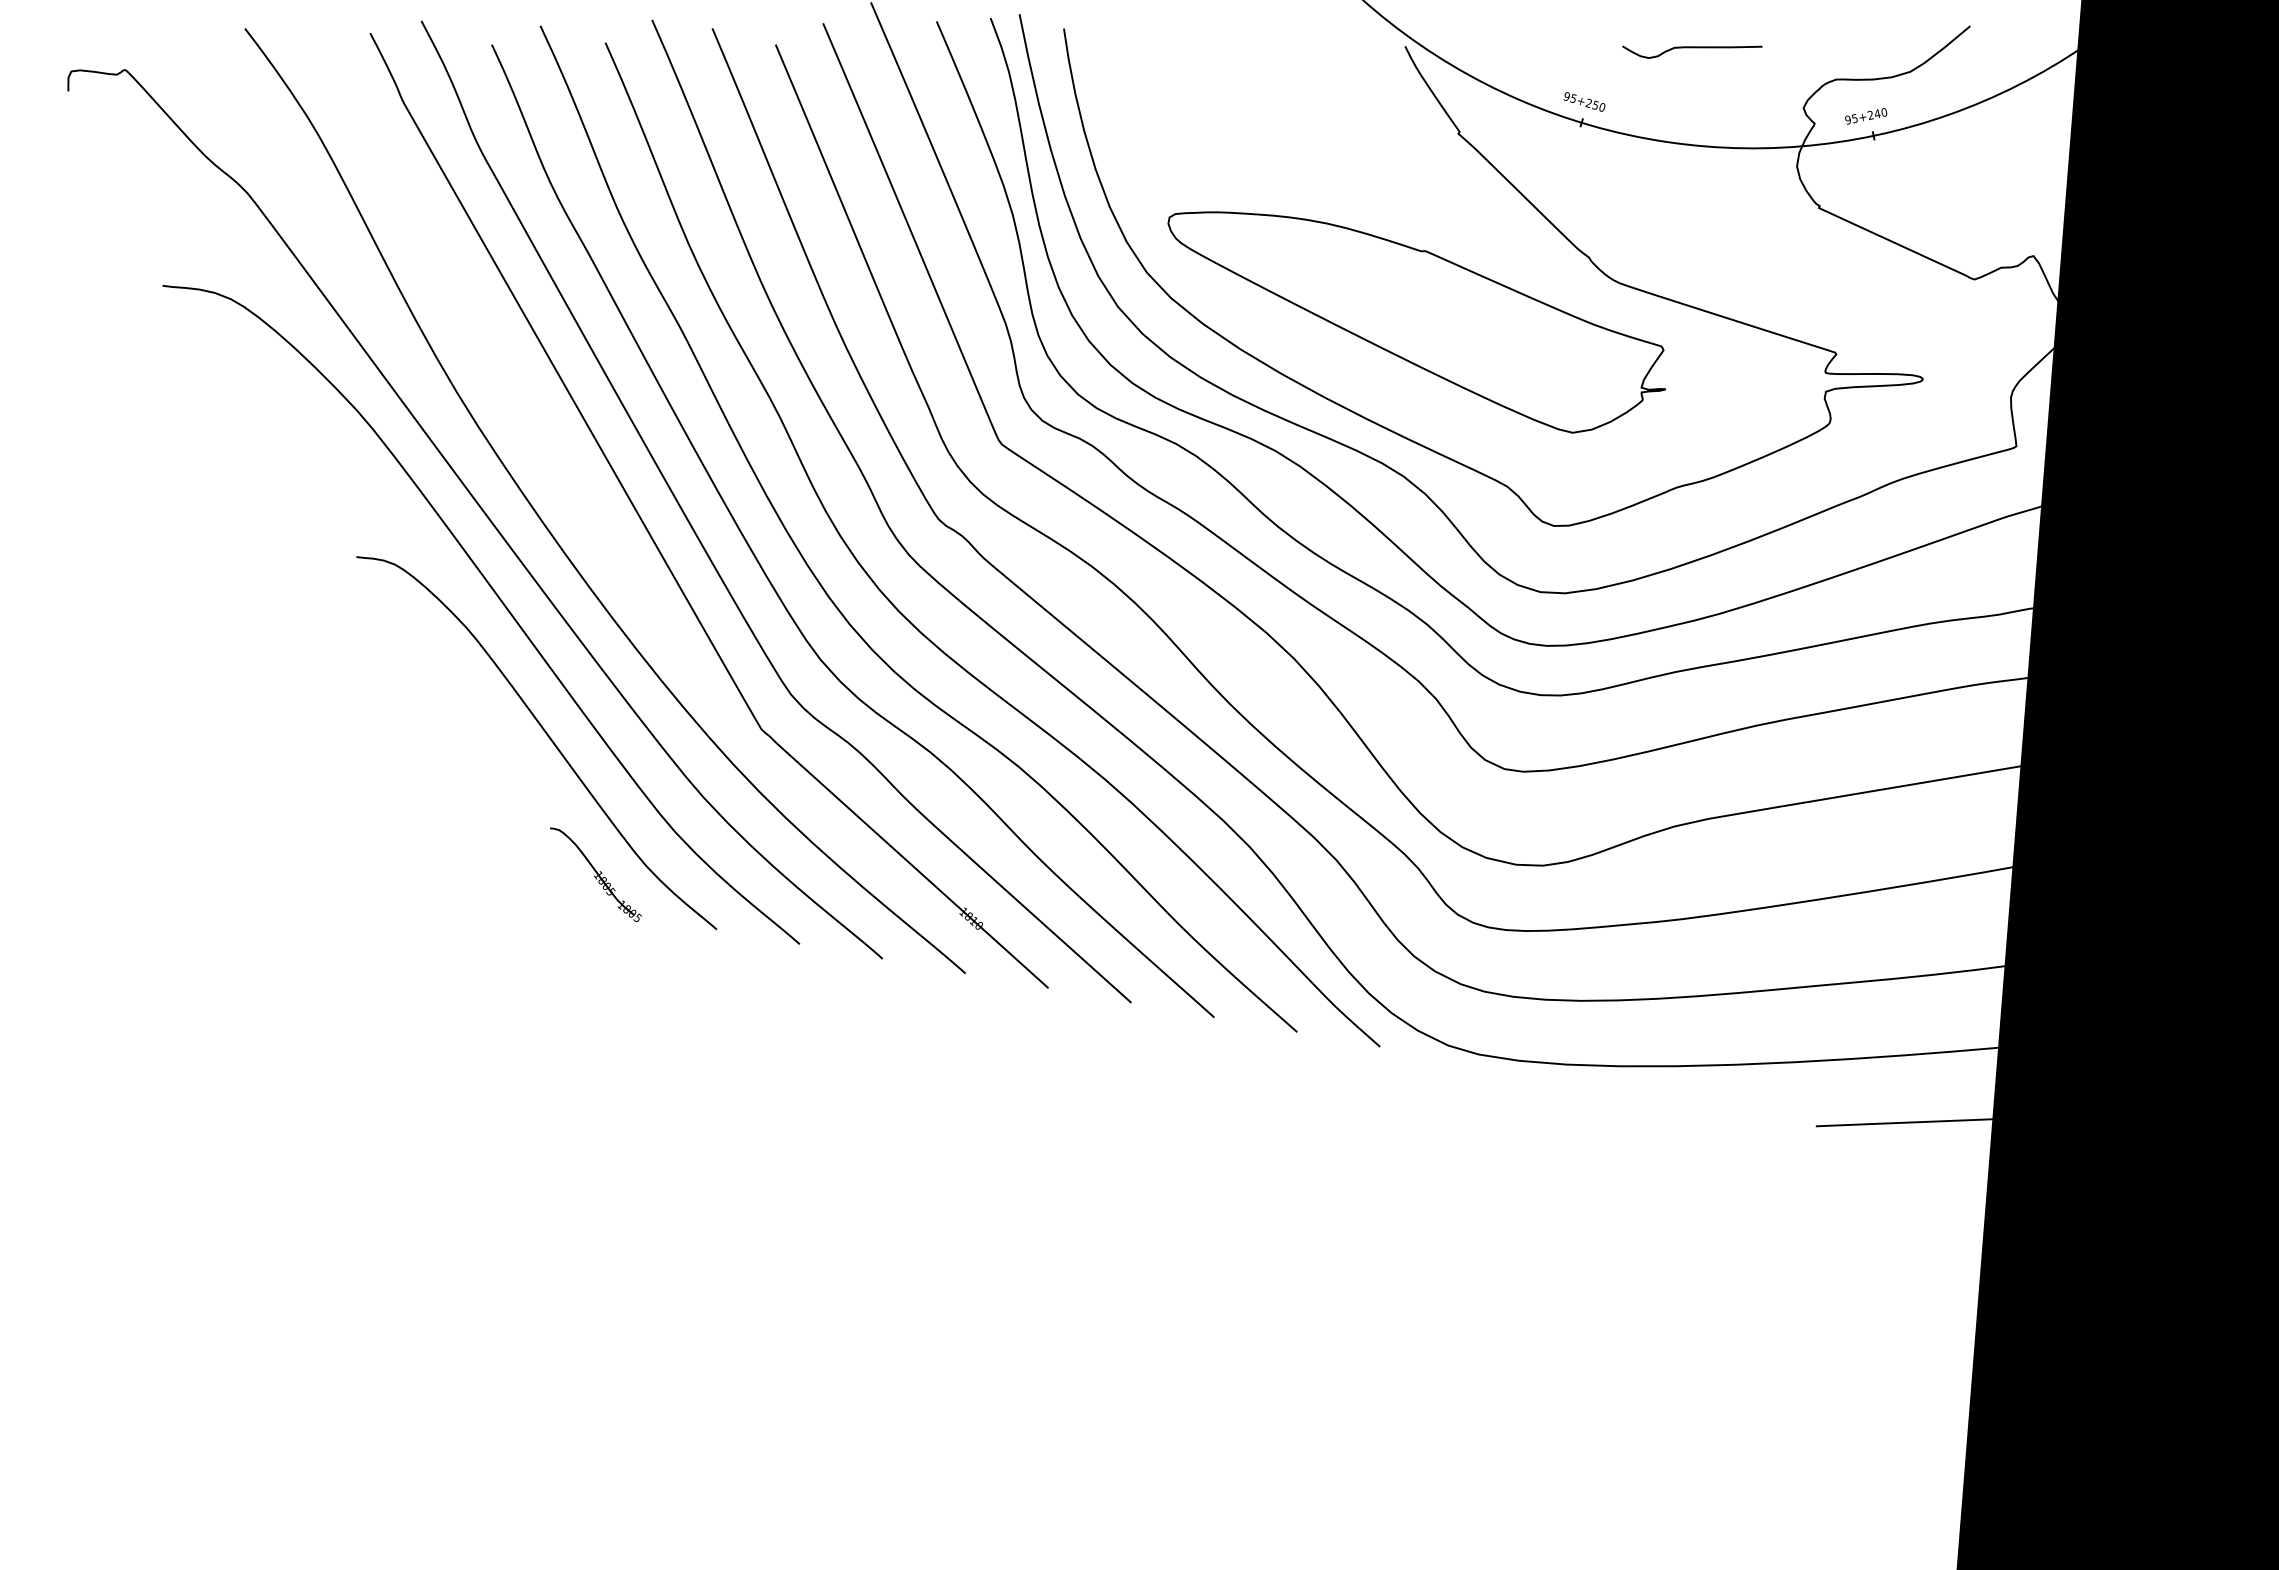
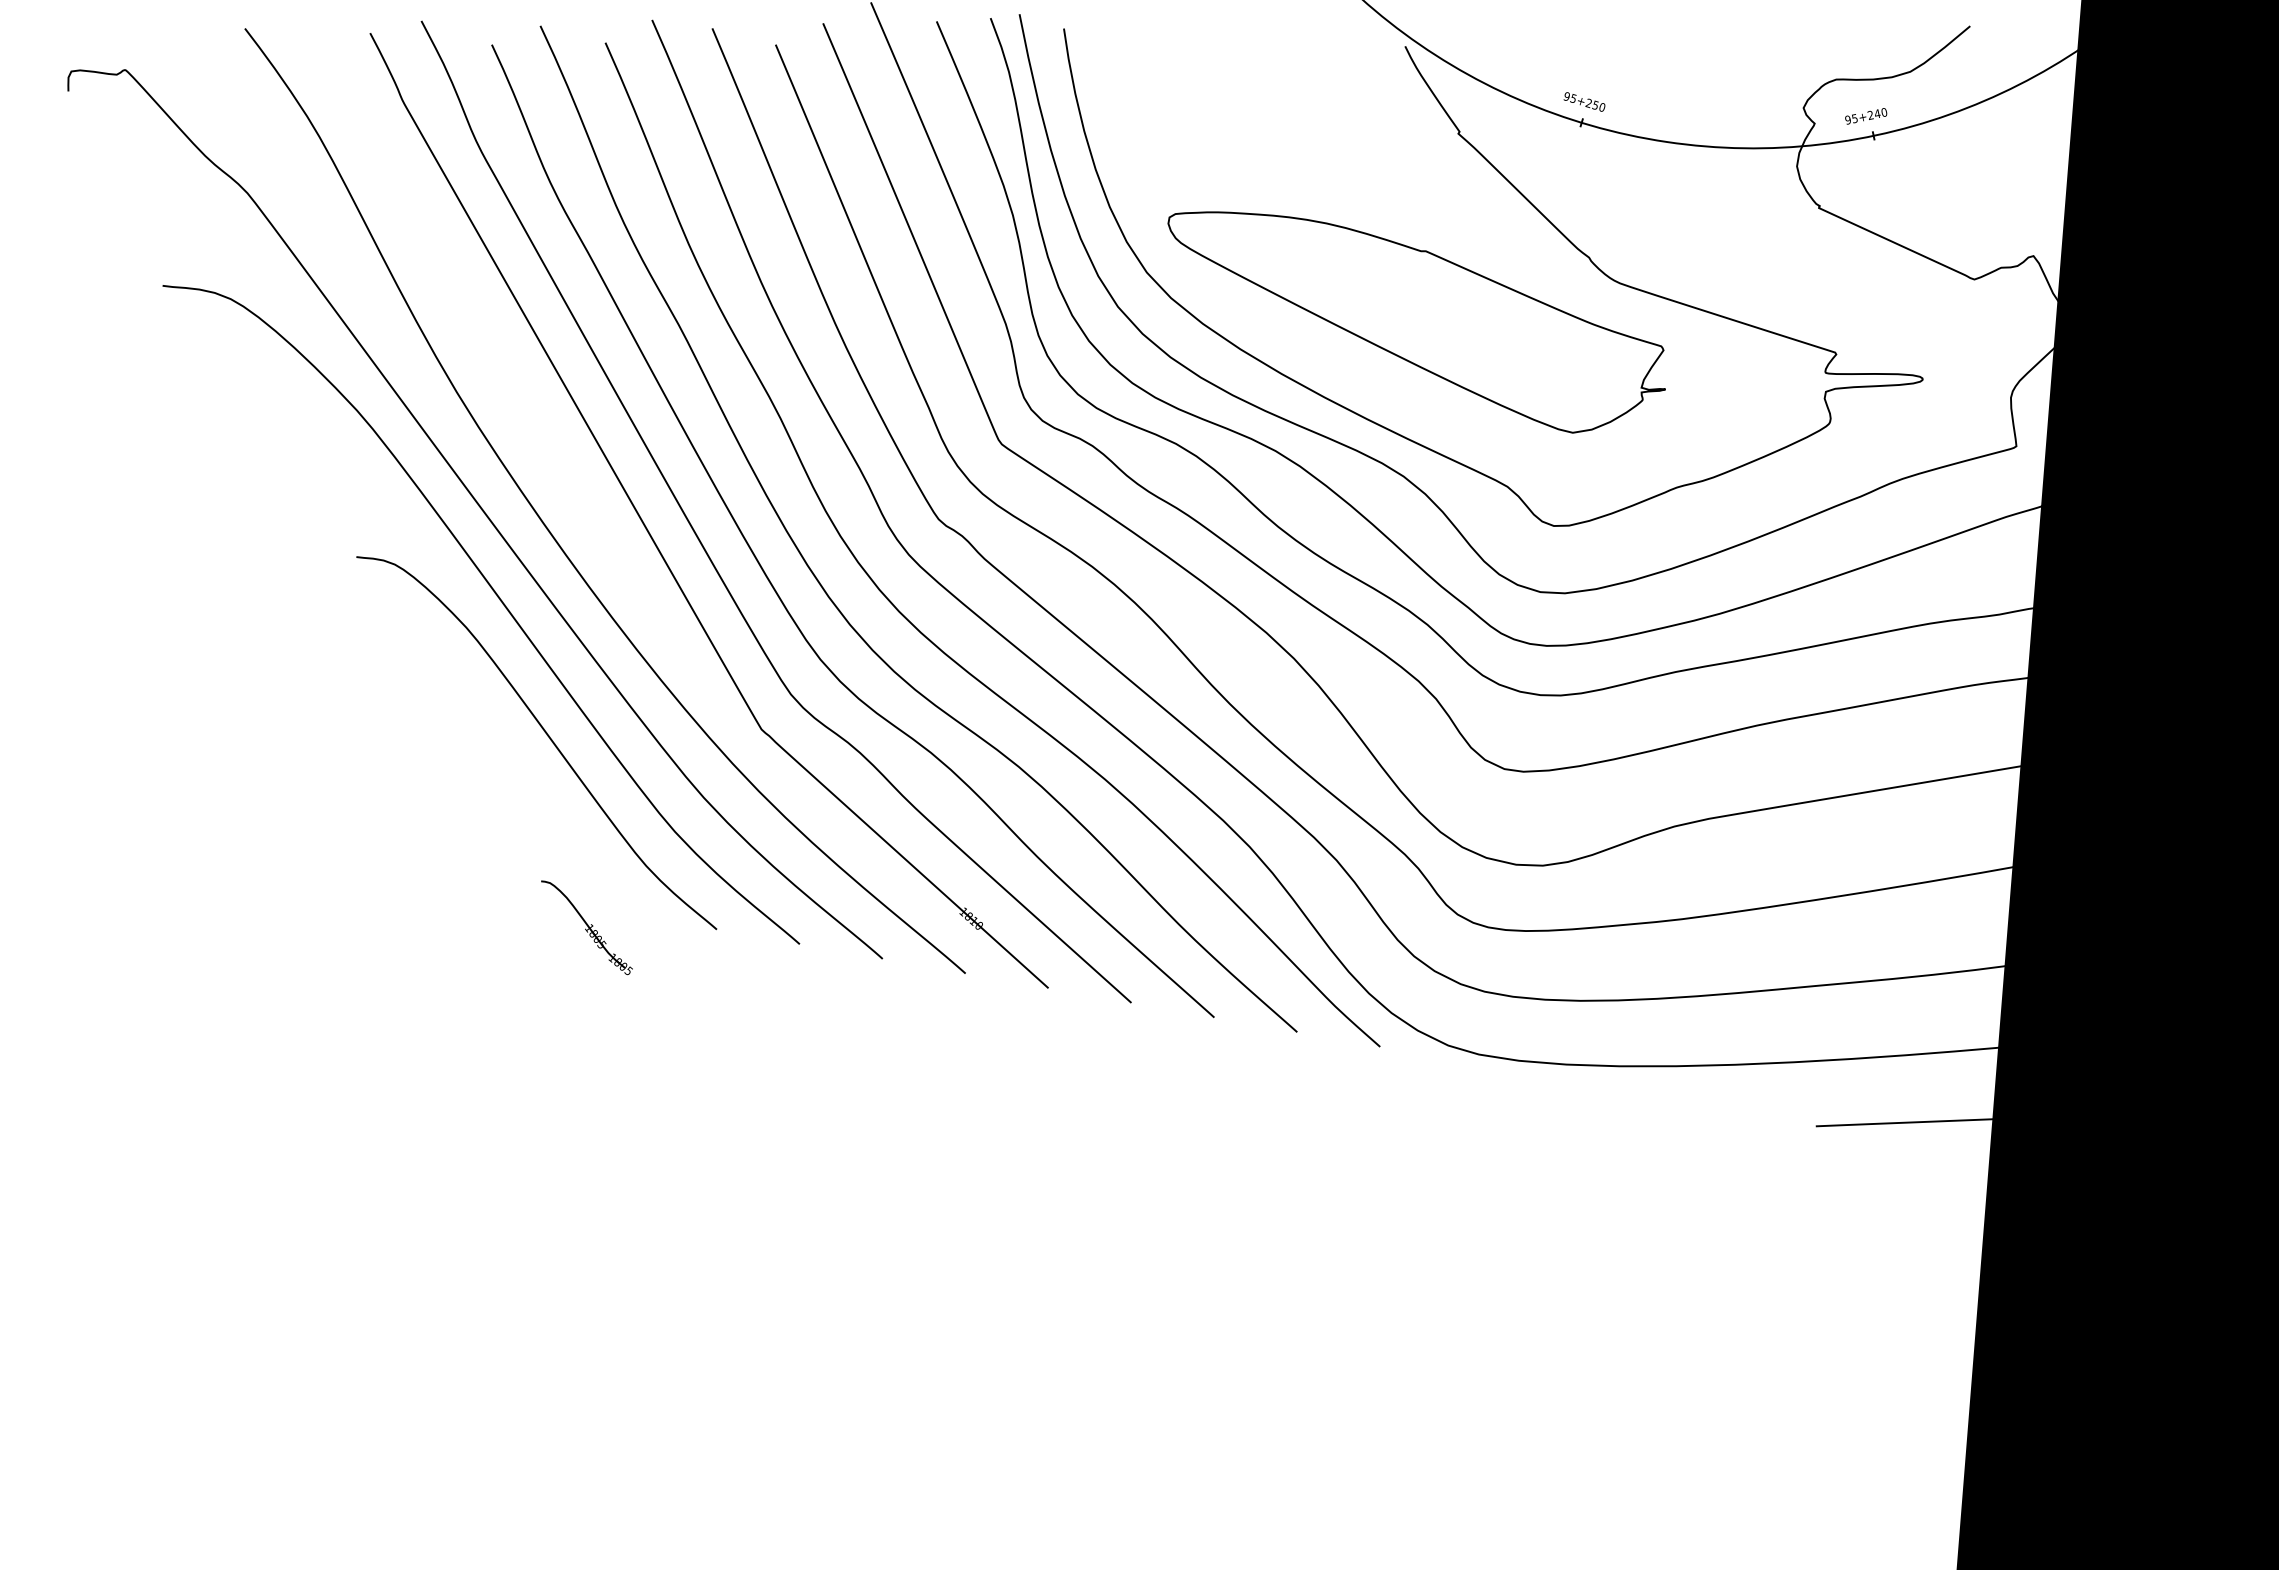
curve at (1692, 48): present -> none
part at (595, 874) position: (595, 874) -> (586, 927)
